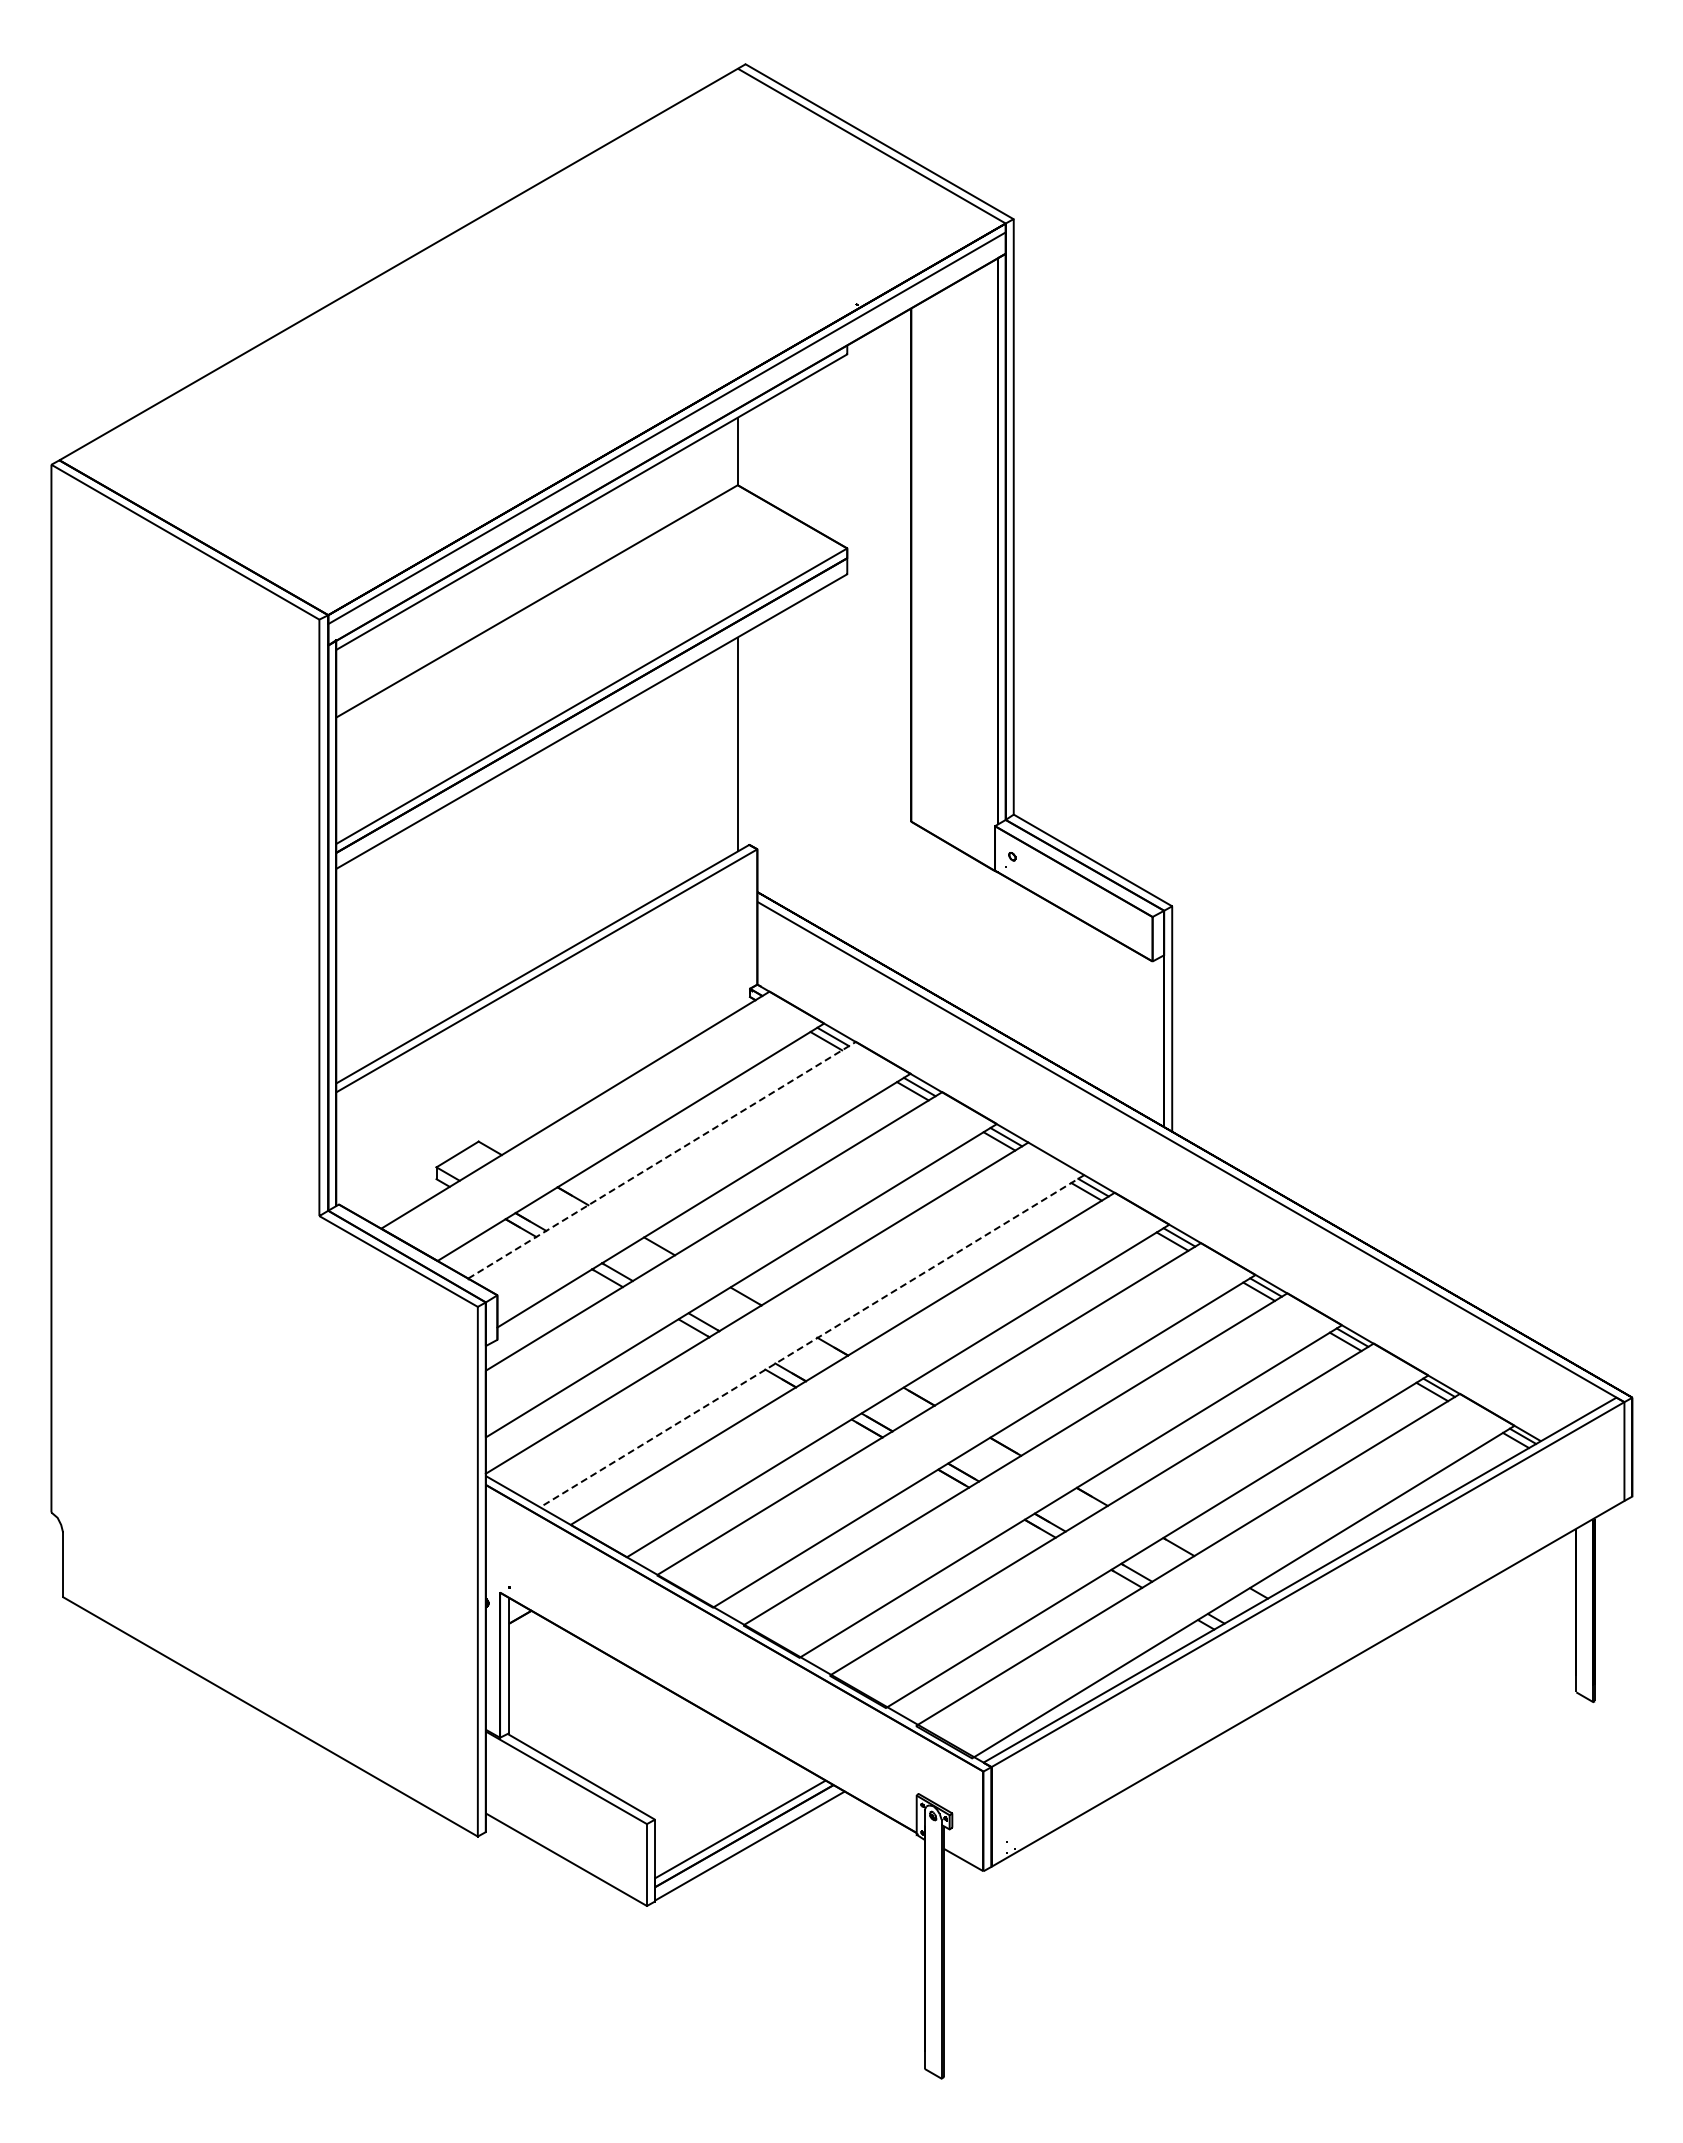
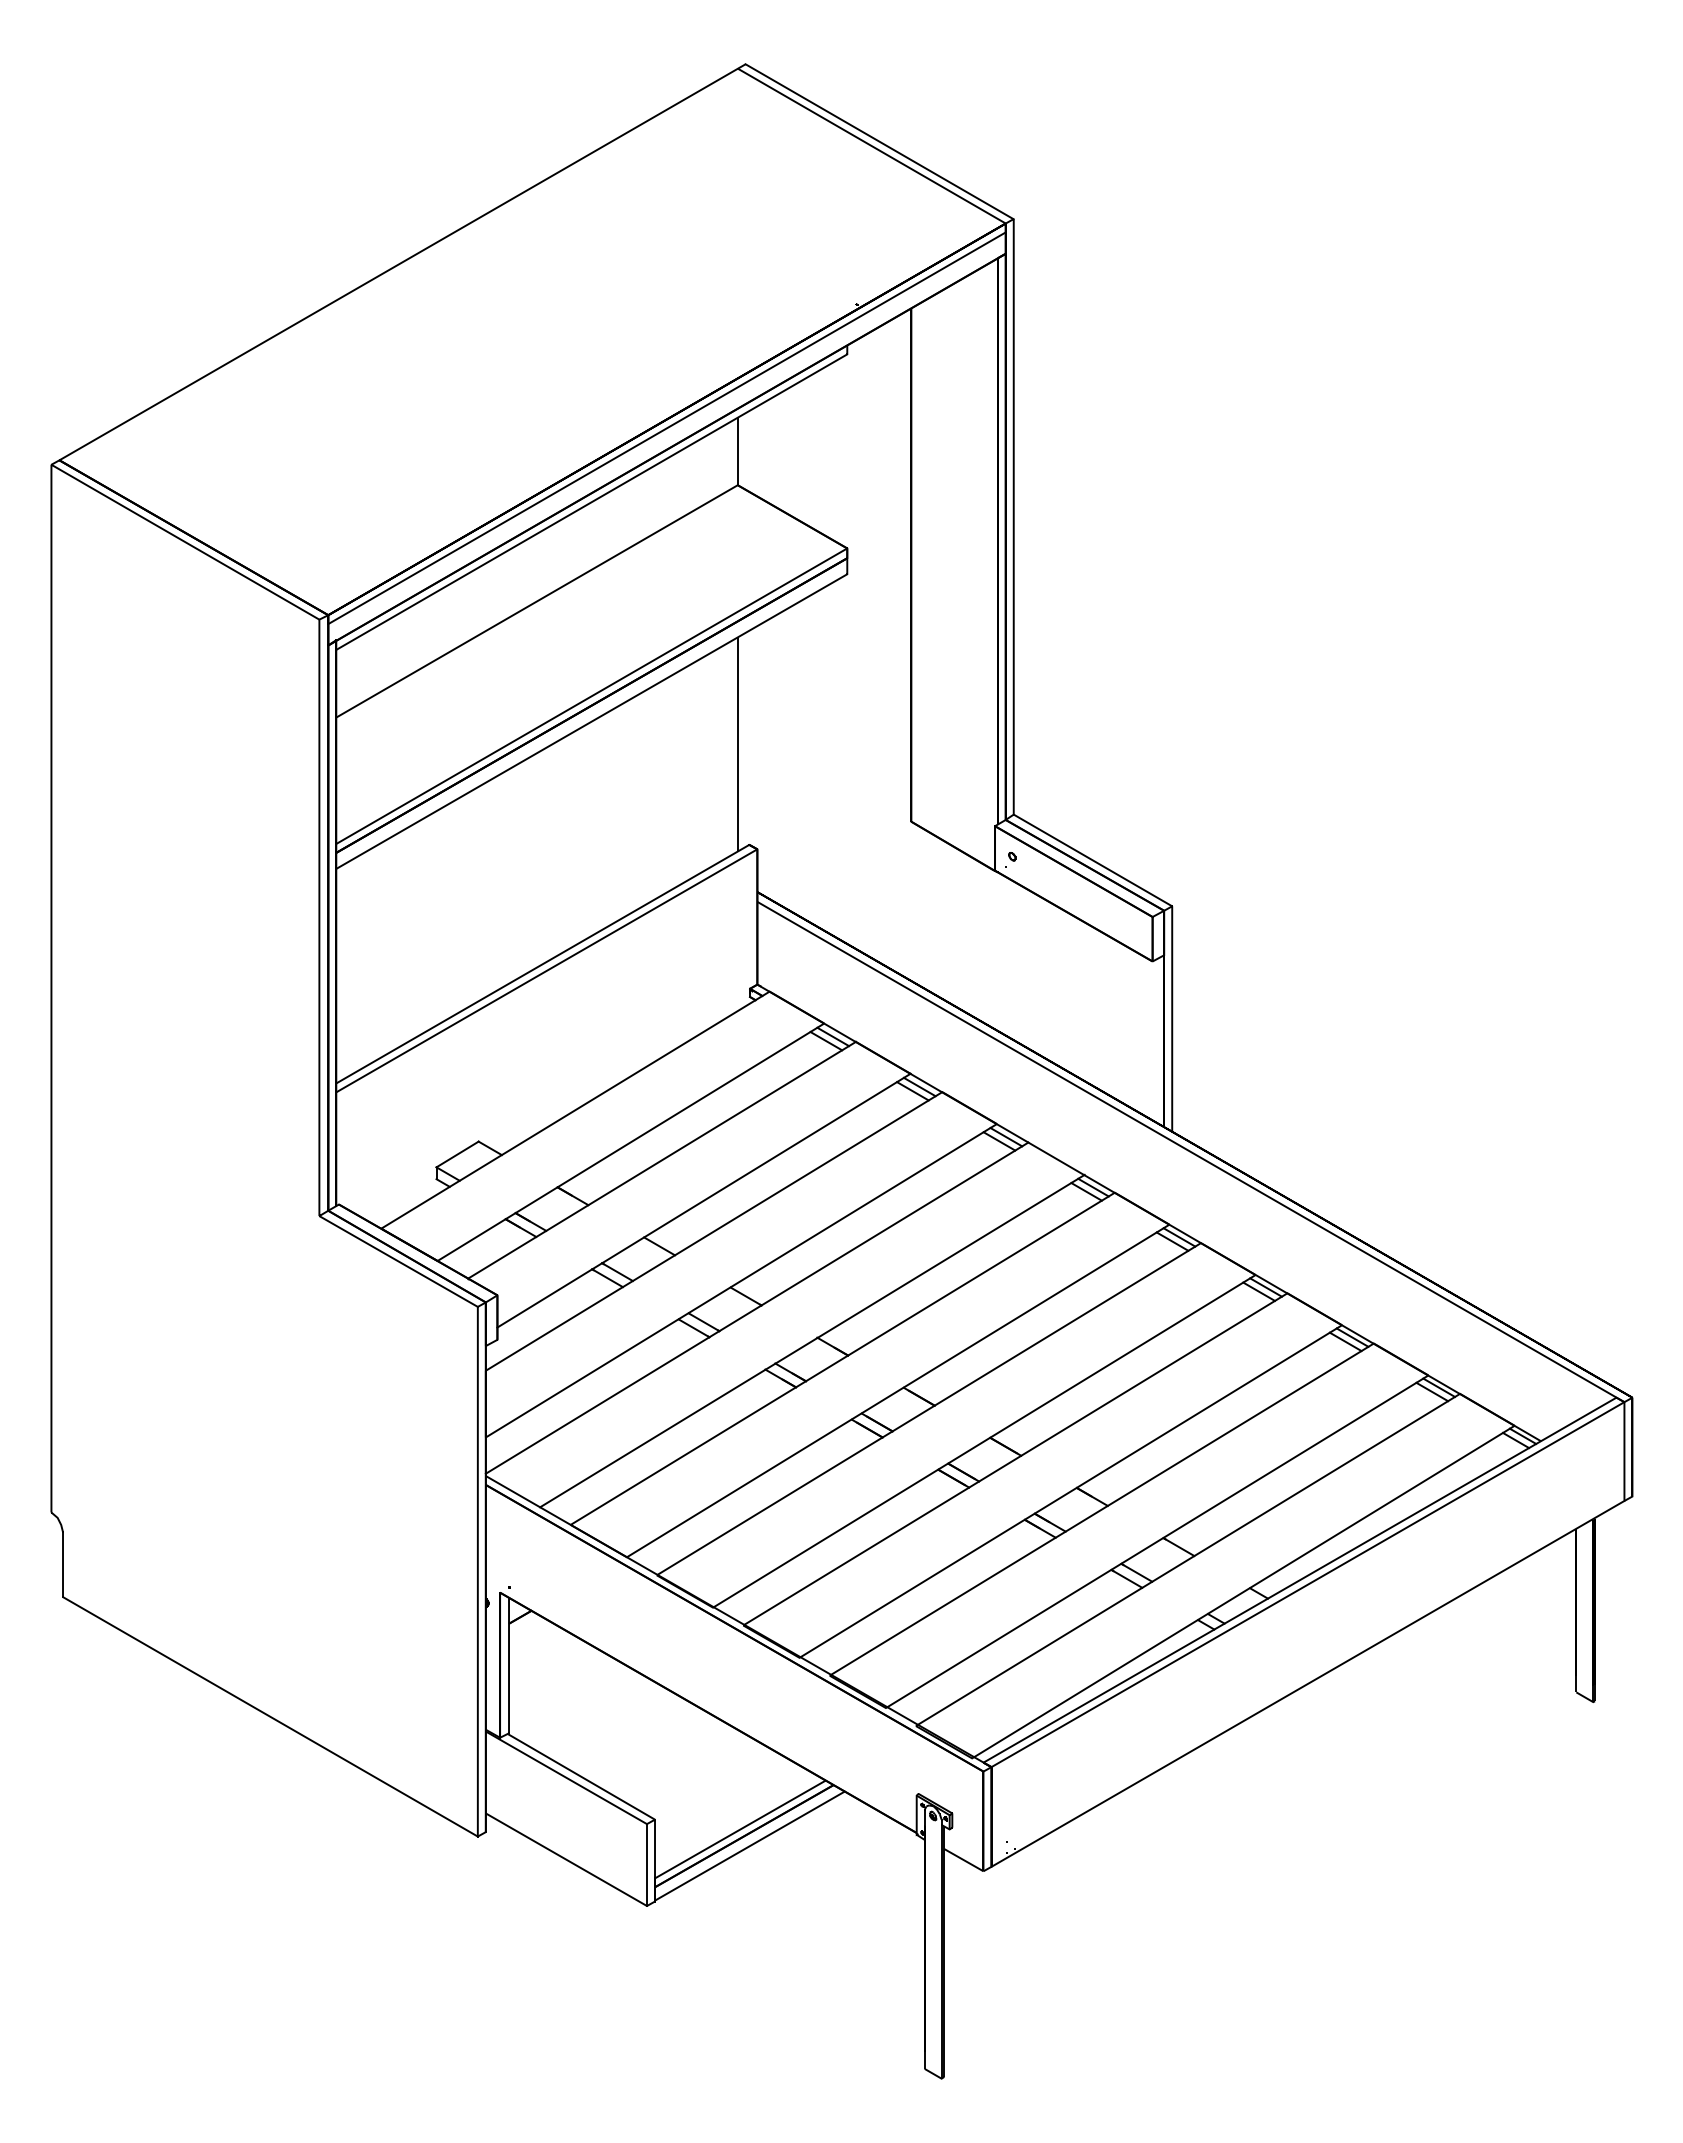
line at (662, 1159): dashed -> solid
line at (812, 1341): dashed -> solid
